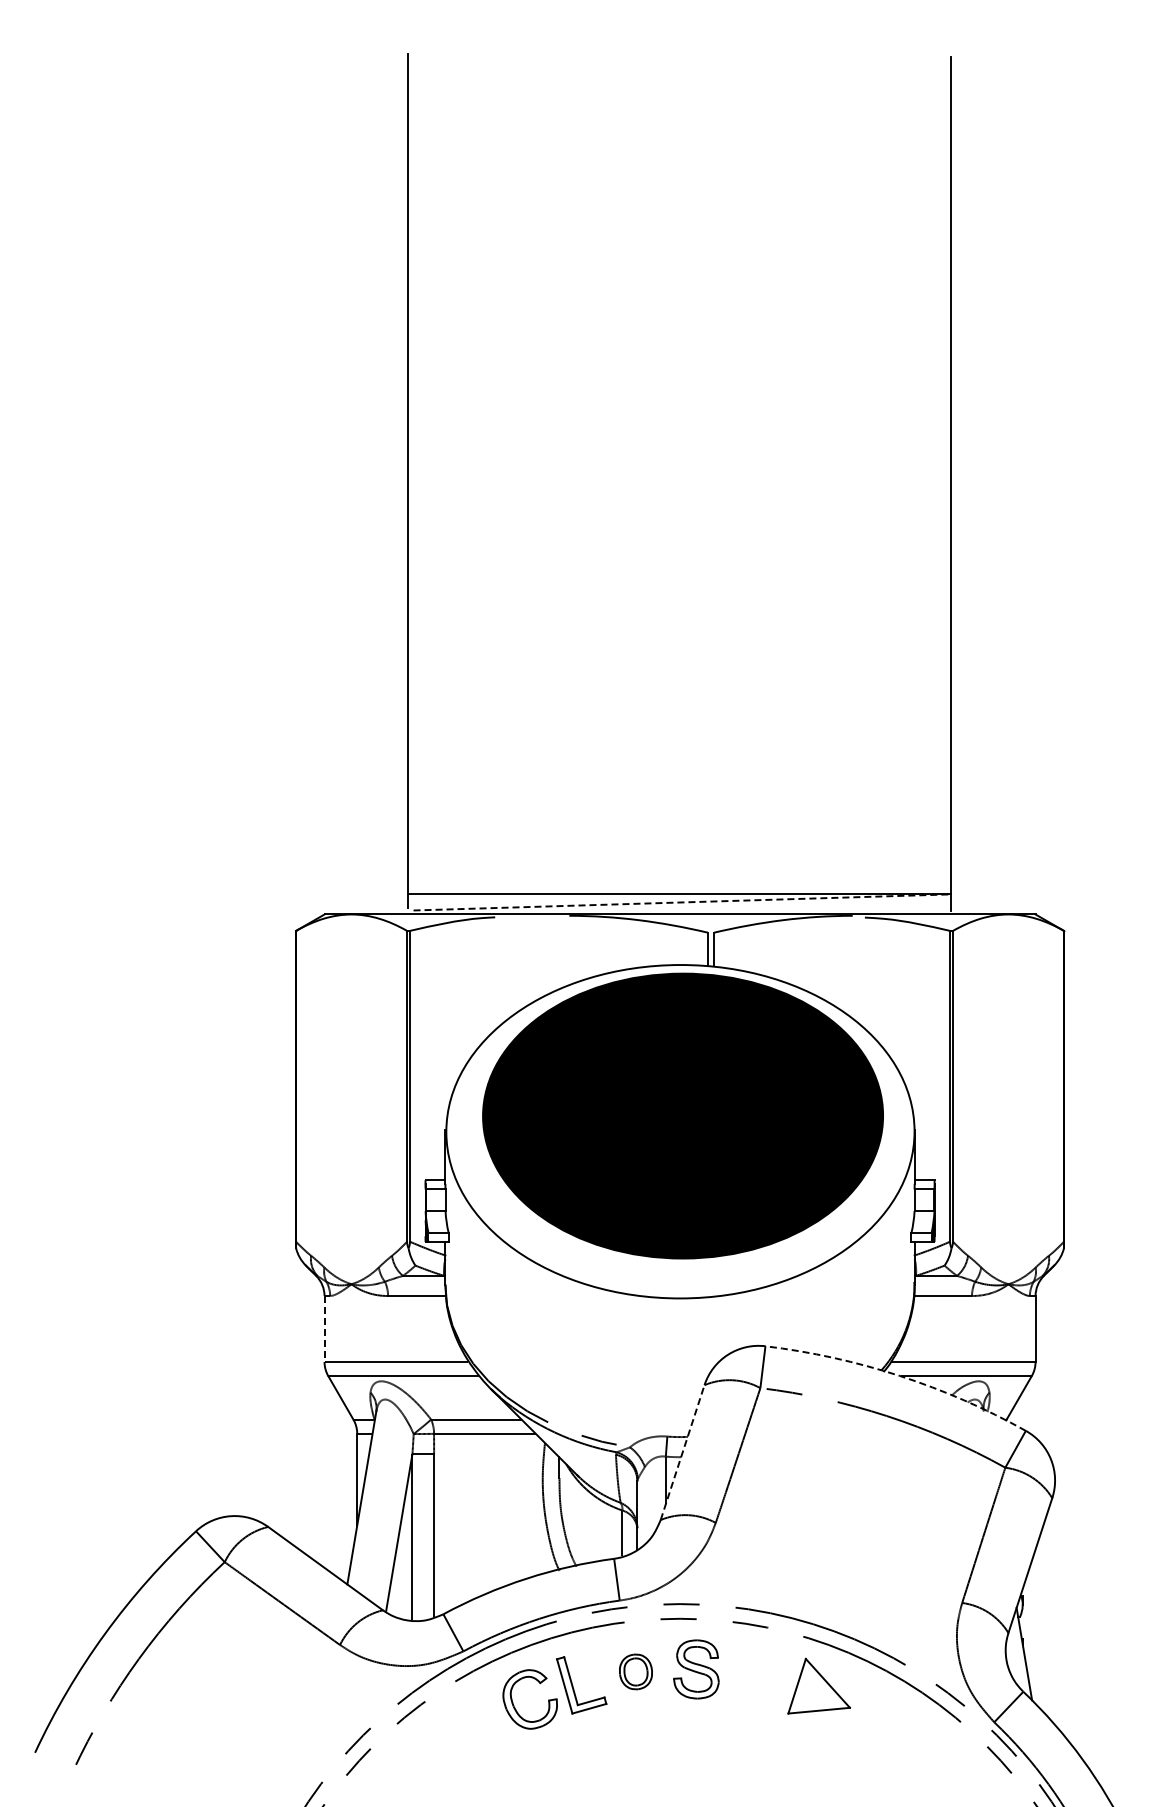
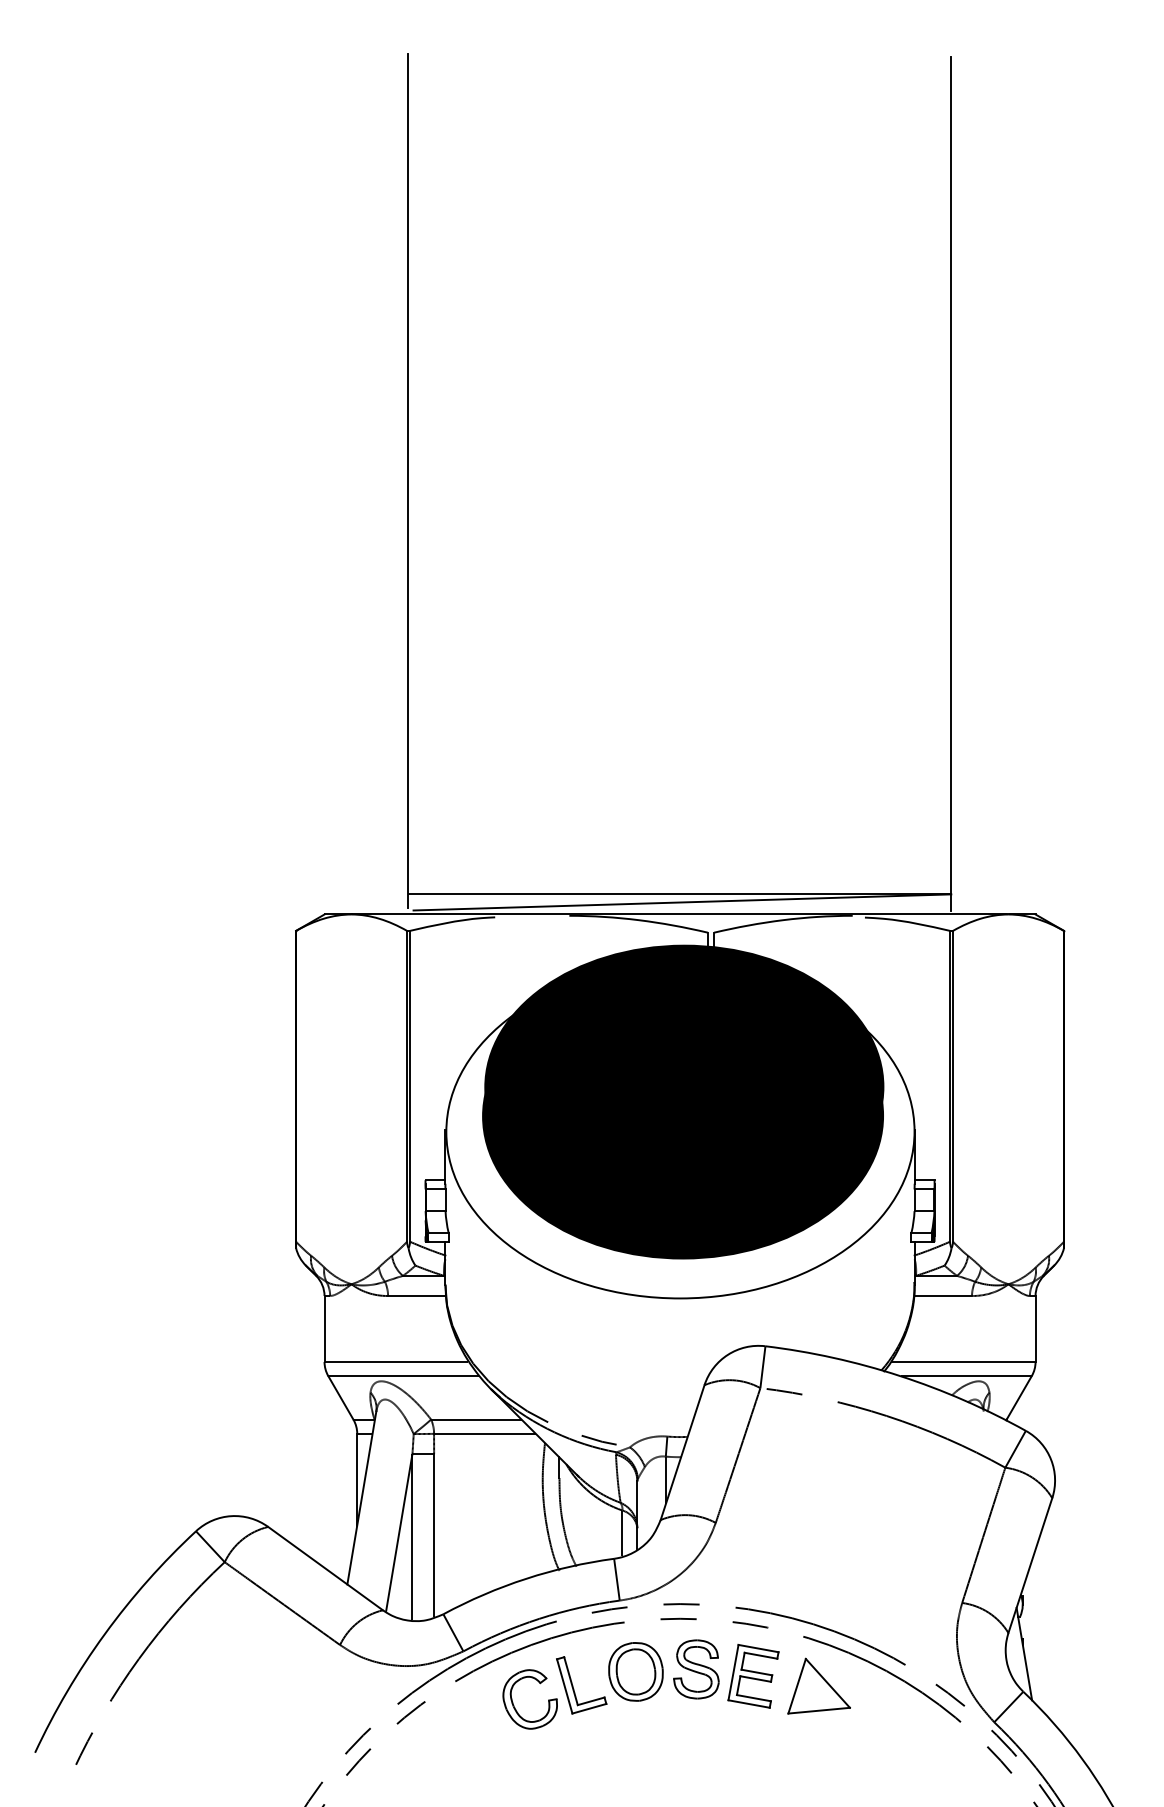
line at (682, 902): dashed -> solid
fill at (684, 1086): none -> present
line at (324, 1328): dashed -> solid
arc at (899, 1375): dashed -> solid
line at (682, 1452): dashed -> solid
part at (635, 1671) size: 34x38 px -> 56x60 px
part at (753, 1676): none -> present
